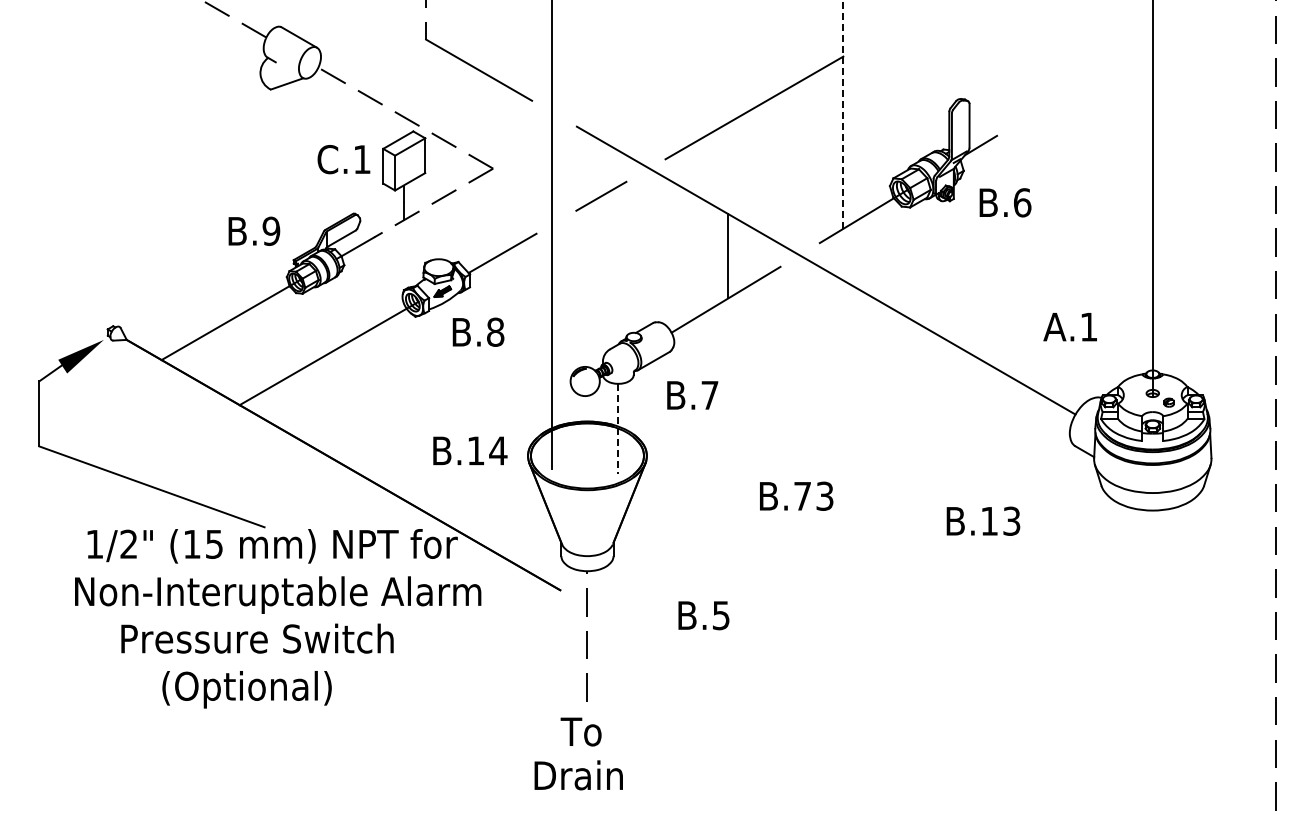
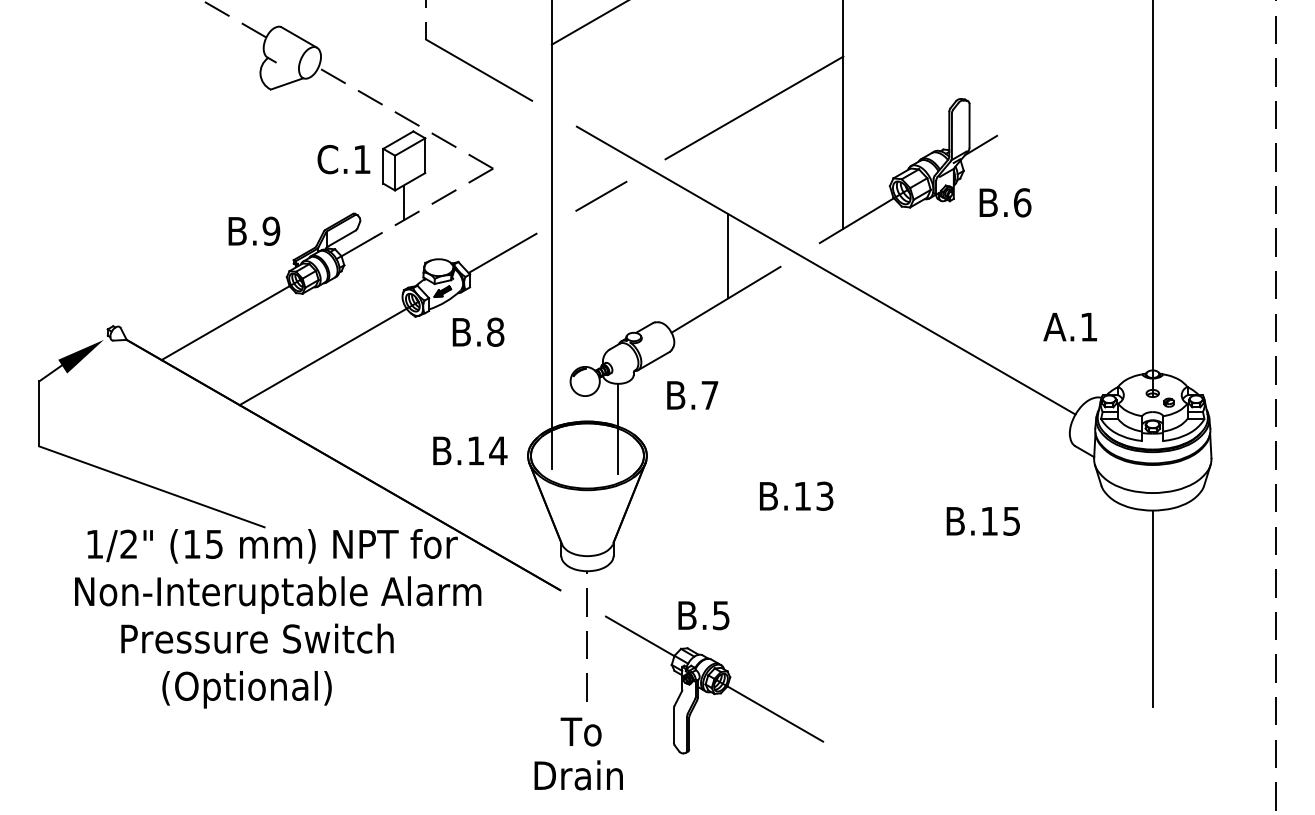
line at (588, 23): none -> present
line at (843, 114): dashed -> solid
line at (618, 429): dashed -> solid
text at (802, 496): B.73 -> B.13
text at (1012, 520): B.13 -> B.15
line at (1152, 608): none -> present
part at (714, 684): none -> present
